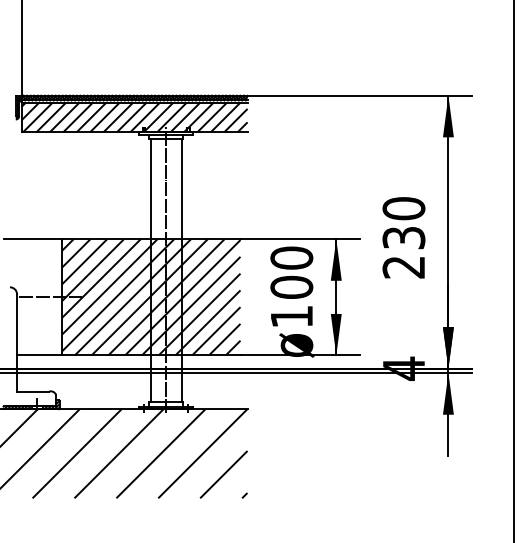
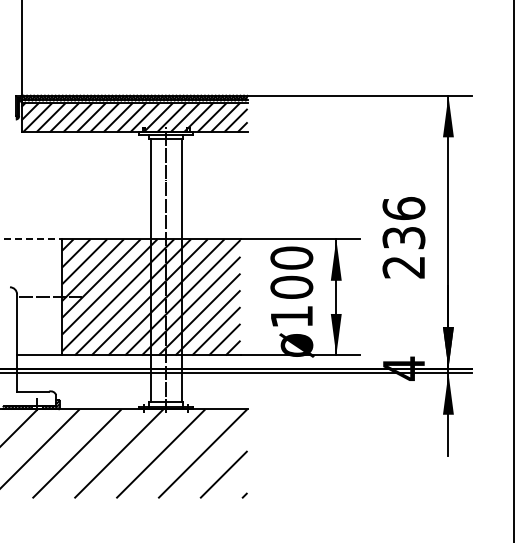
text at (403, 208): 230 -> 236
line at (33, 239): solid -> dashed
